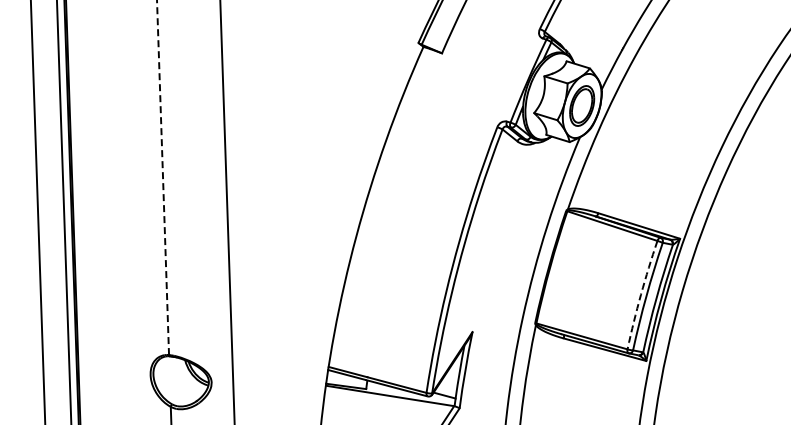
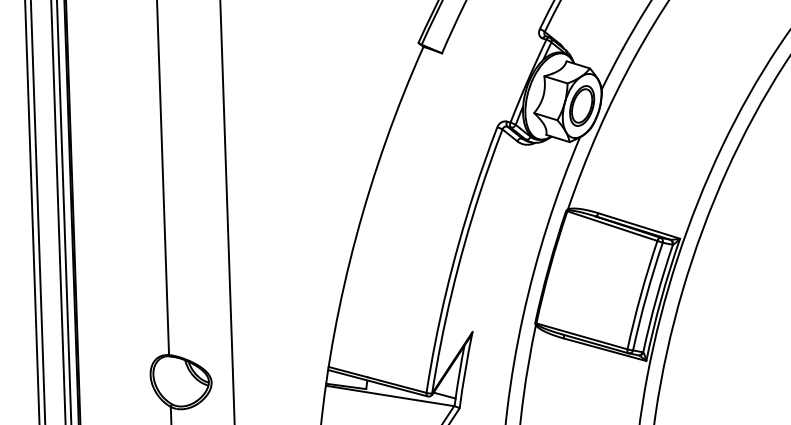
line at (163, 177): dashed -> solid
line at (32, 211): none -> present
line at (58, 211): none -> present
arc at (640, 294): dashed -> solid
